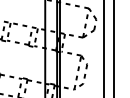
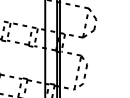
line at (103, 48): present -> none
line at (113, 48): present -> none
